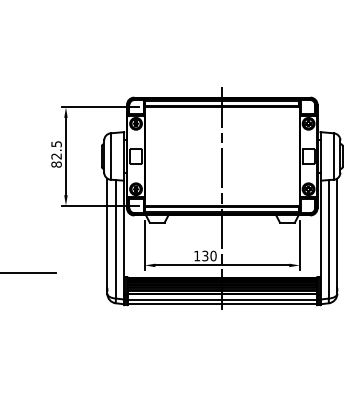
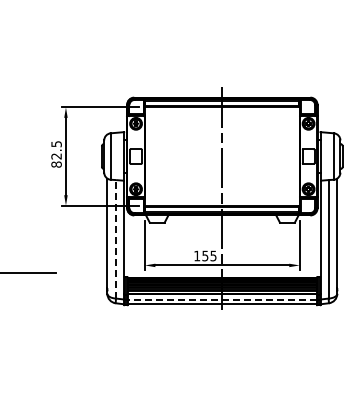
line at (116, 238): solid -> dashed
text at (209, 255): 130 -> 155
line at (222, 299): solid -> dashed
